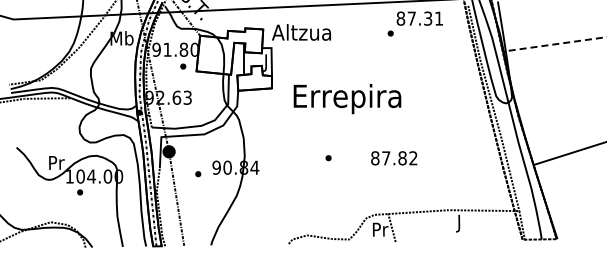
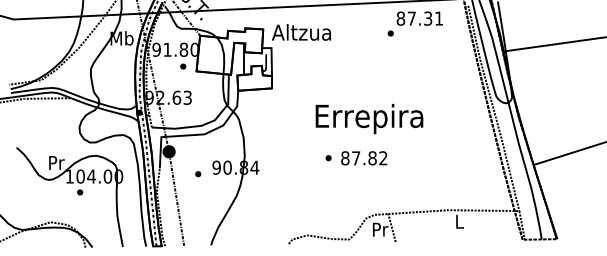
line at (555, 44): dashed -> solid
text at (347, 99) position: (347, 99) -> (369, 119)
text at (394, 158) position: (394, 158) -> (364, 158)
text at (459, 223): J -> L
